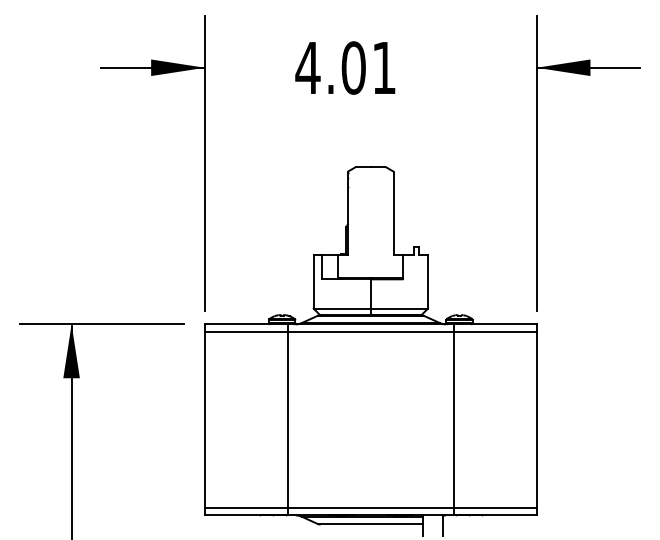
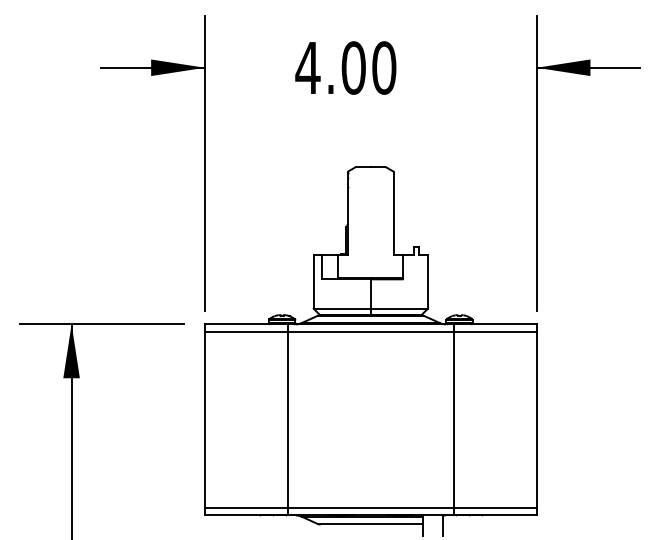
text at (384, 67): 4.01 -> 4.00
